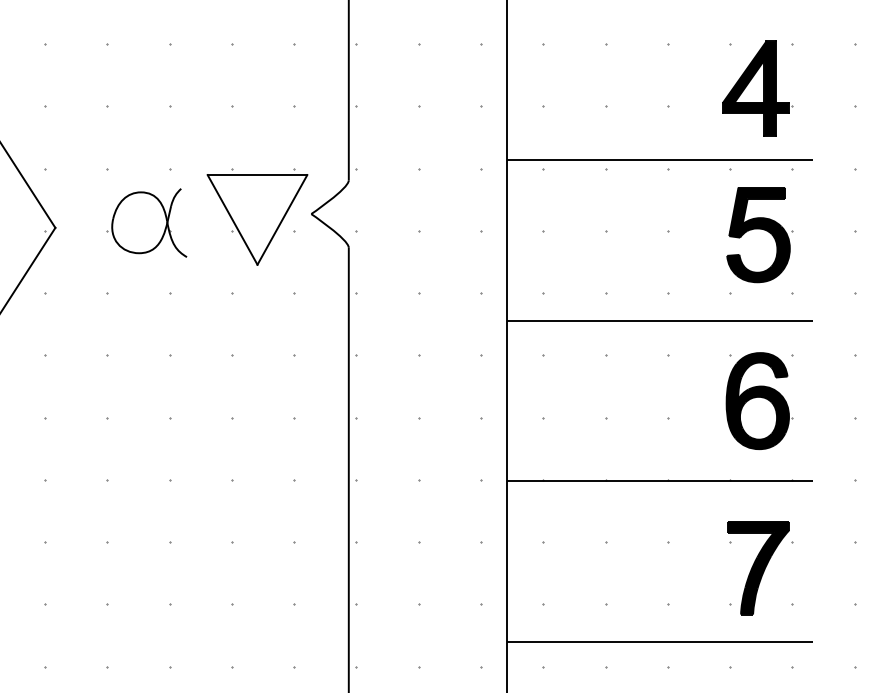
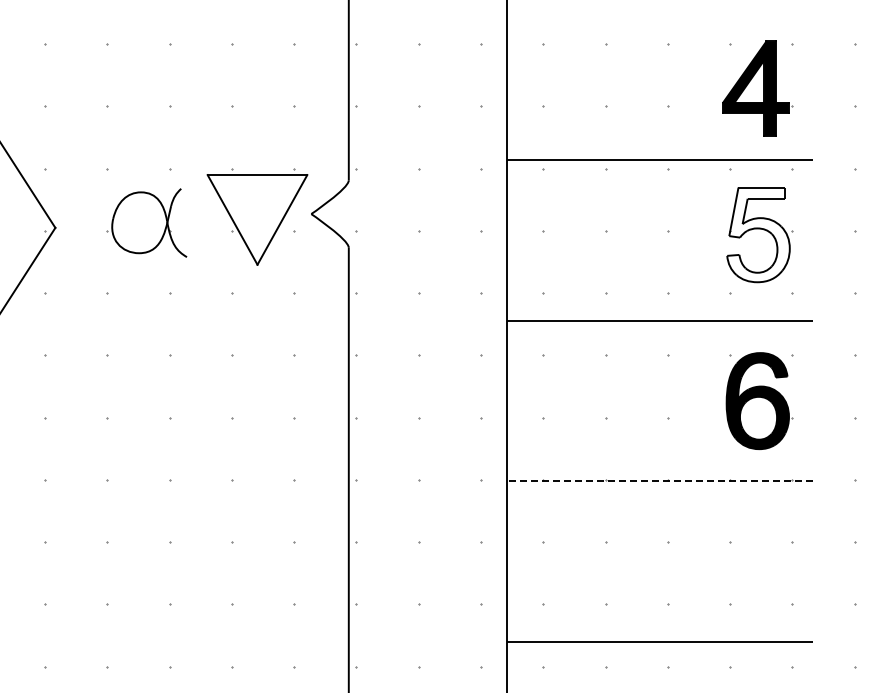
fill at (758, 234): present -> none
line at (659, 481): solid -> dashed
part at (758, 568): present -> none
